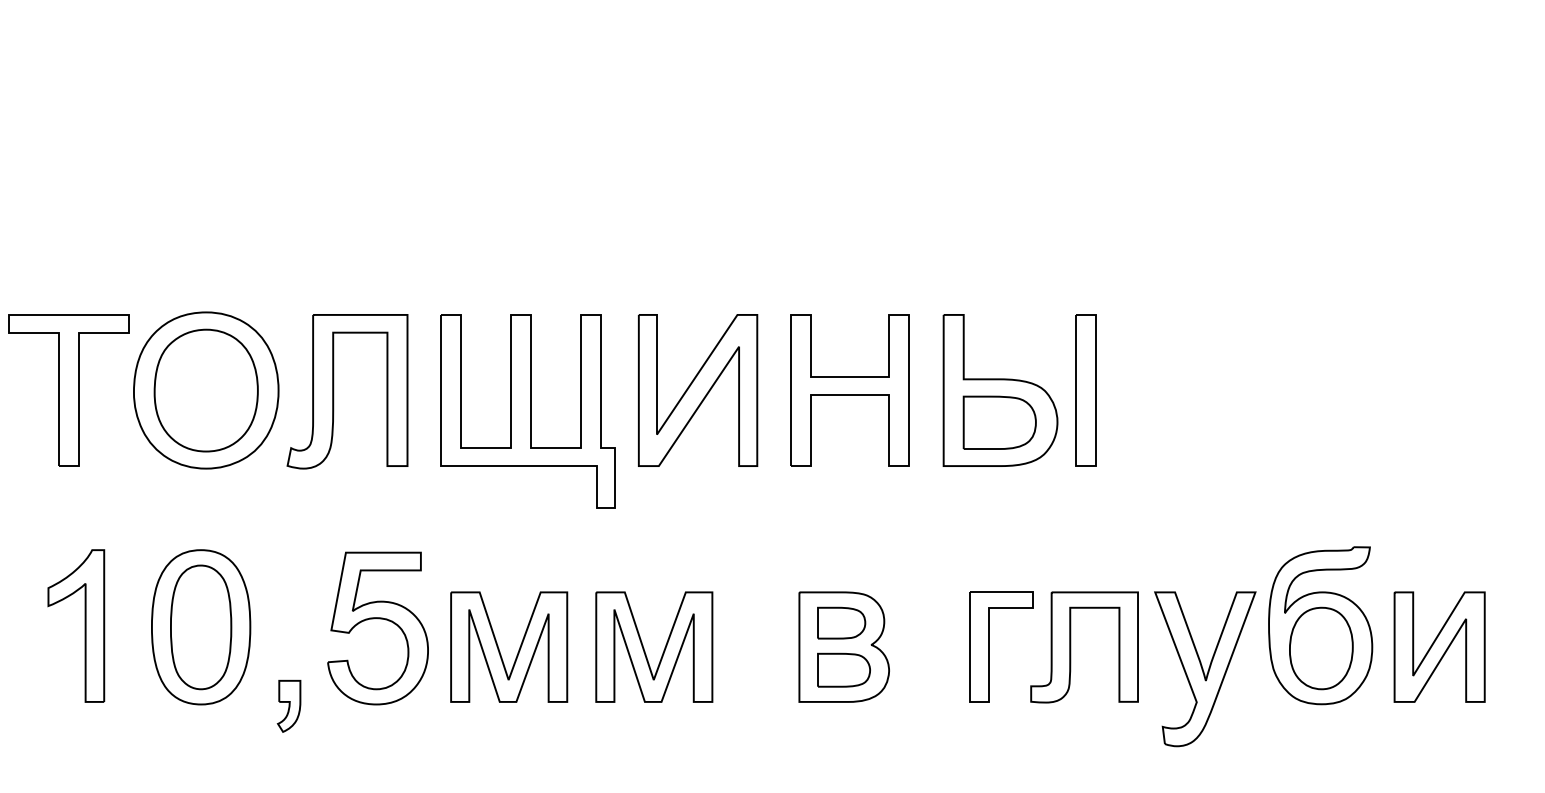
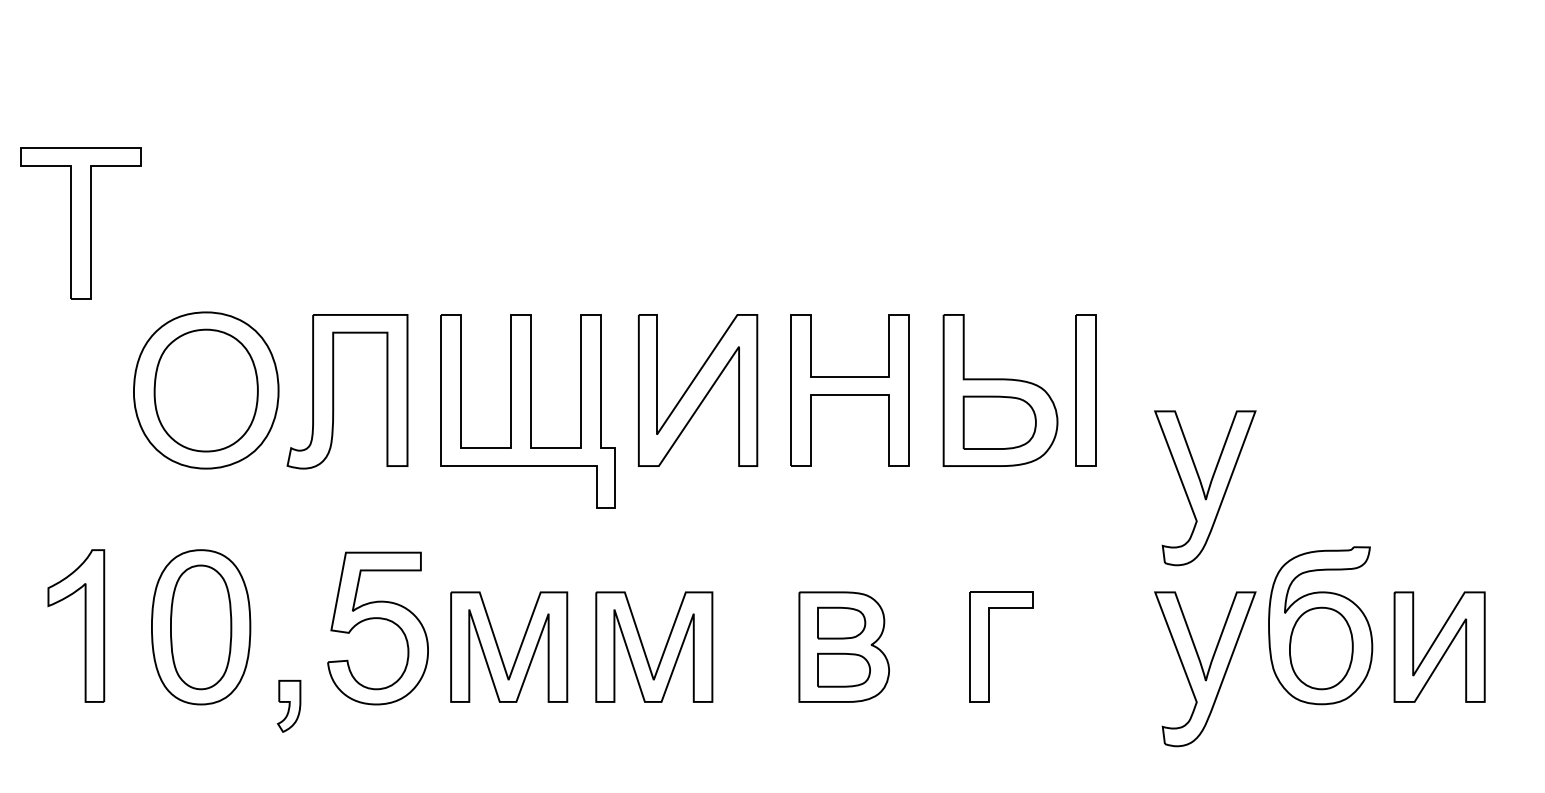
part at (68, 390) position: (68, 390) -> (80, 223)
part at (1205, 488): none -> present
part at (1071, 647): present -> none
